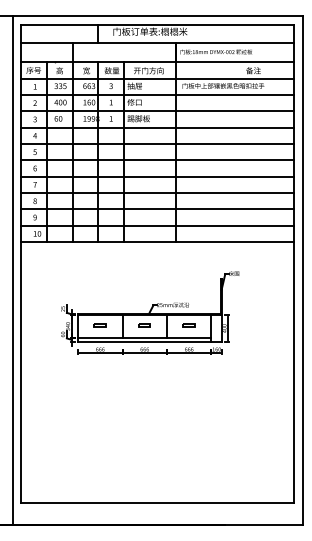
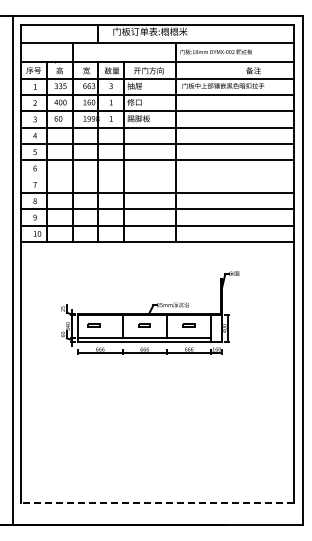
line at (157, 176): present -> none
part at (99, 325) position: (99, 325) -> (93, 325)
line at (157, 503): solid -> dashed
